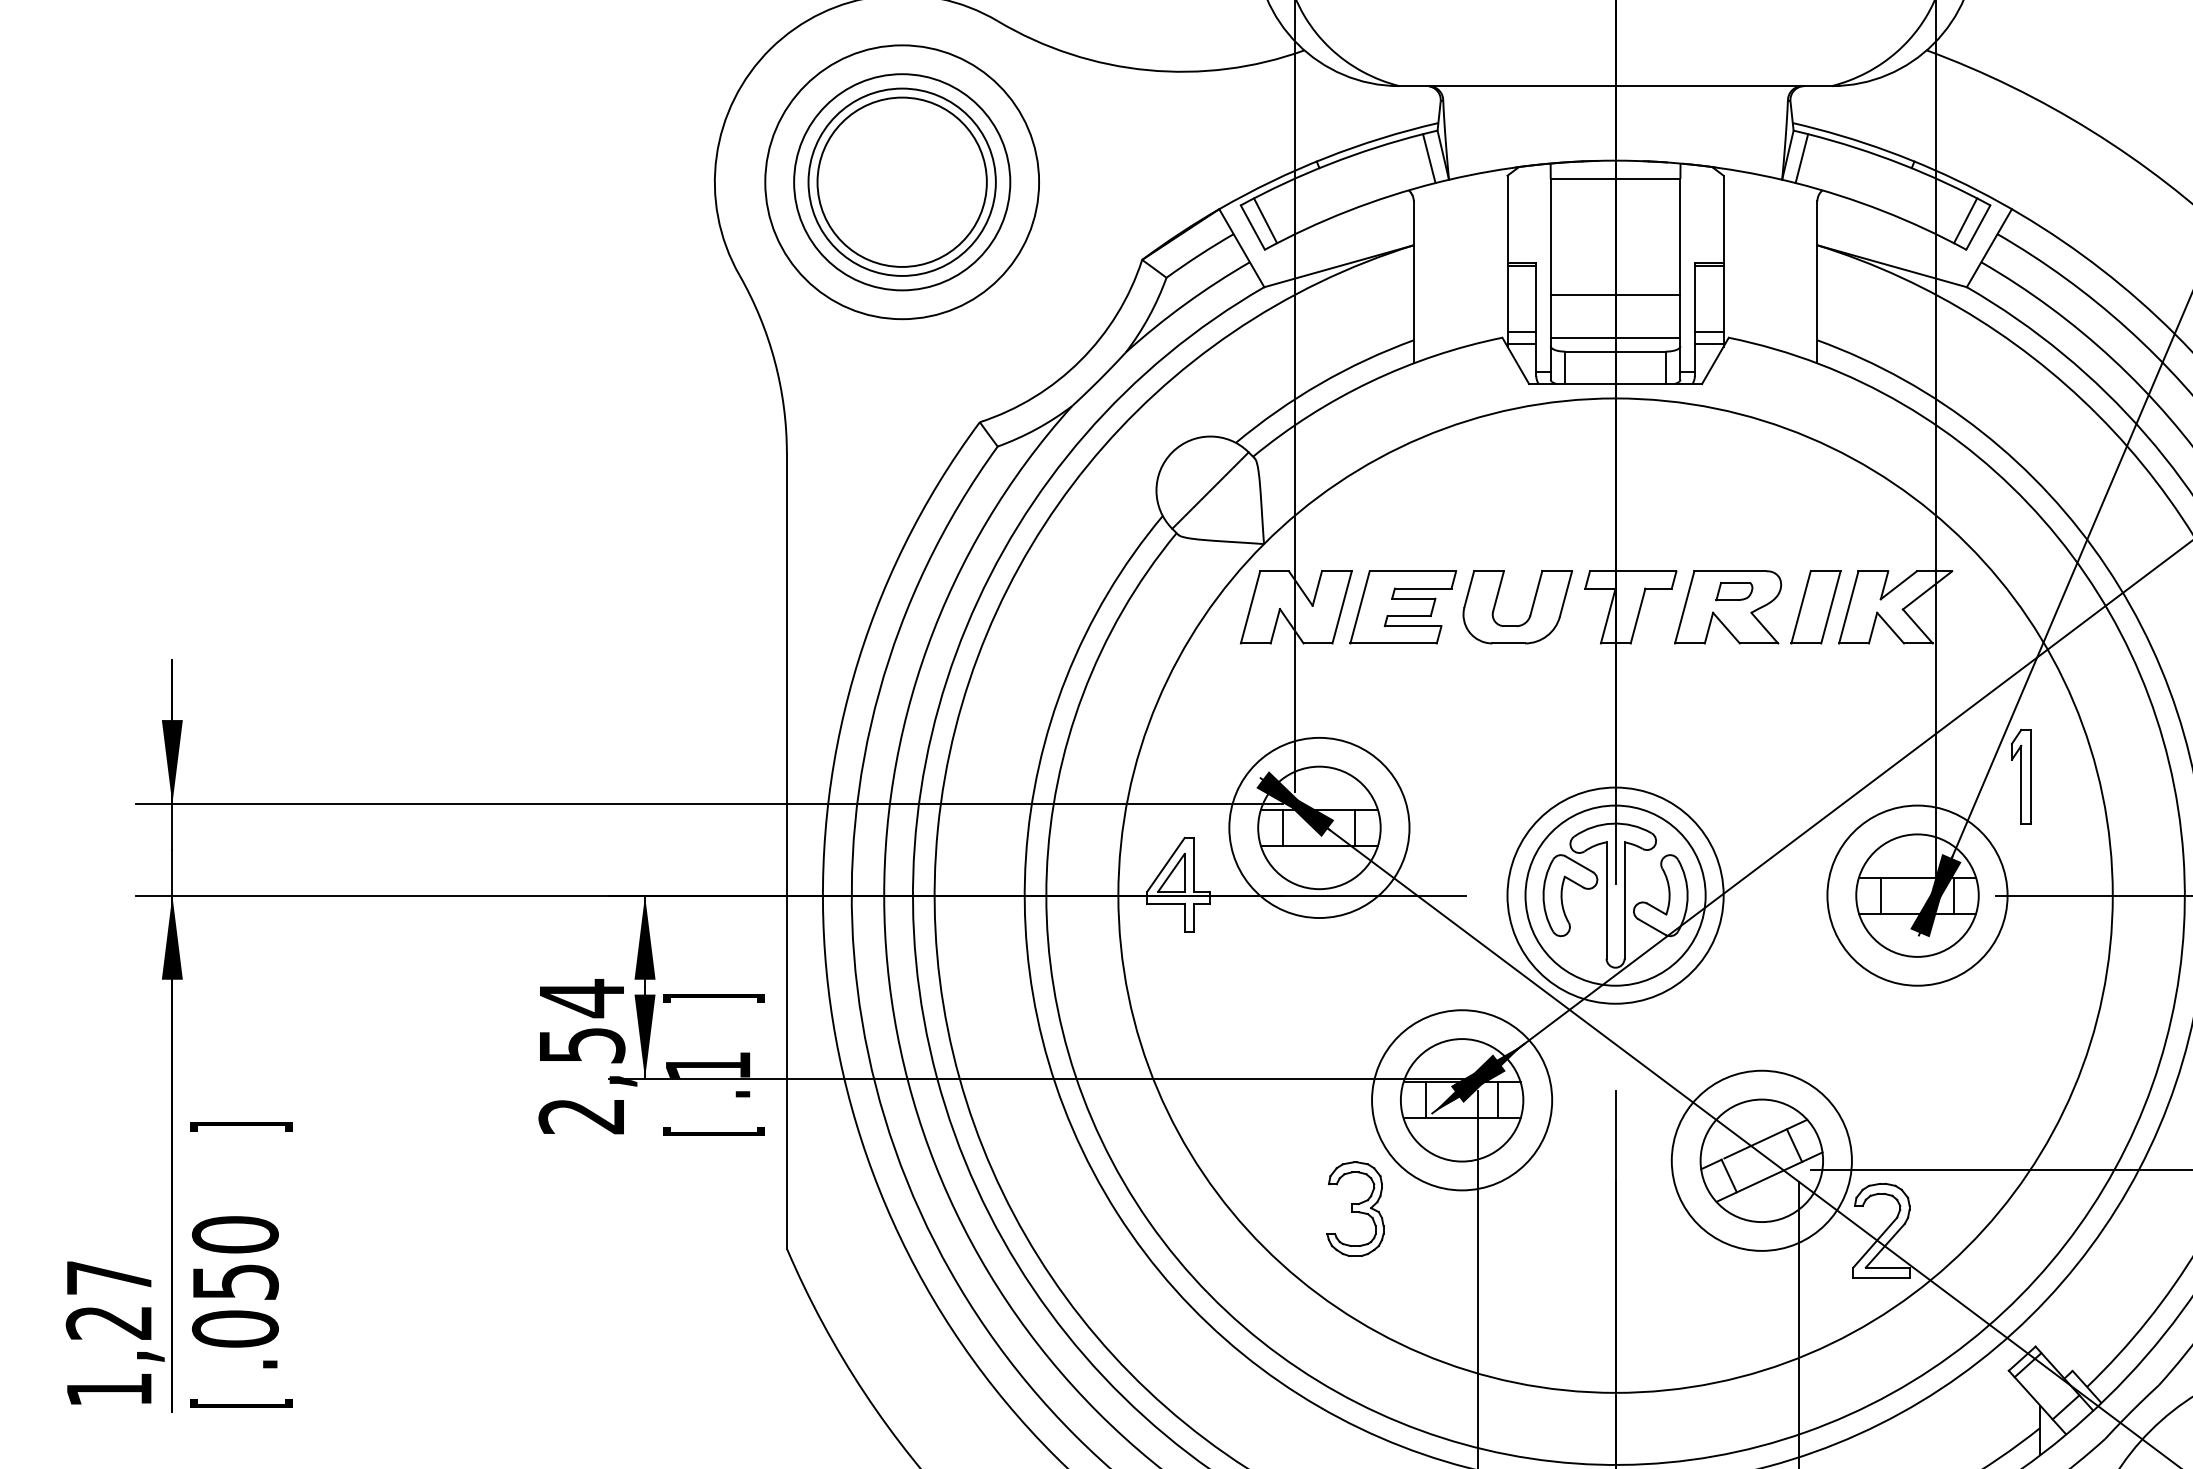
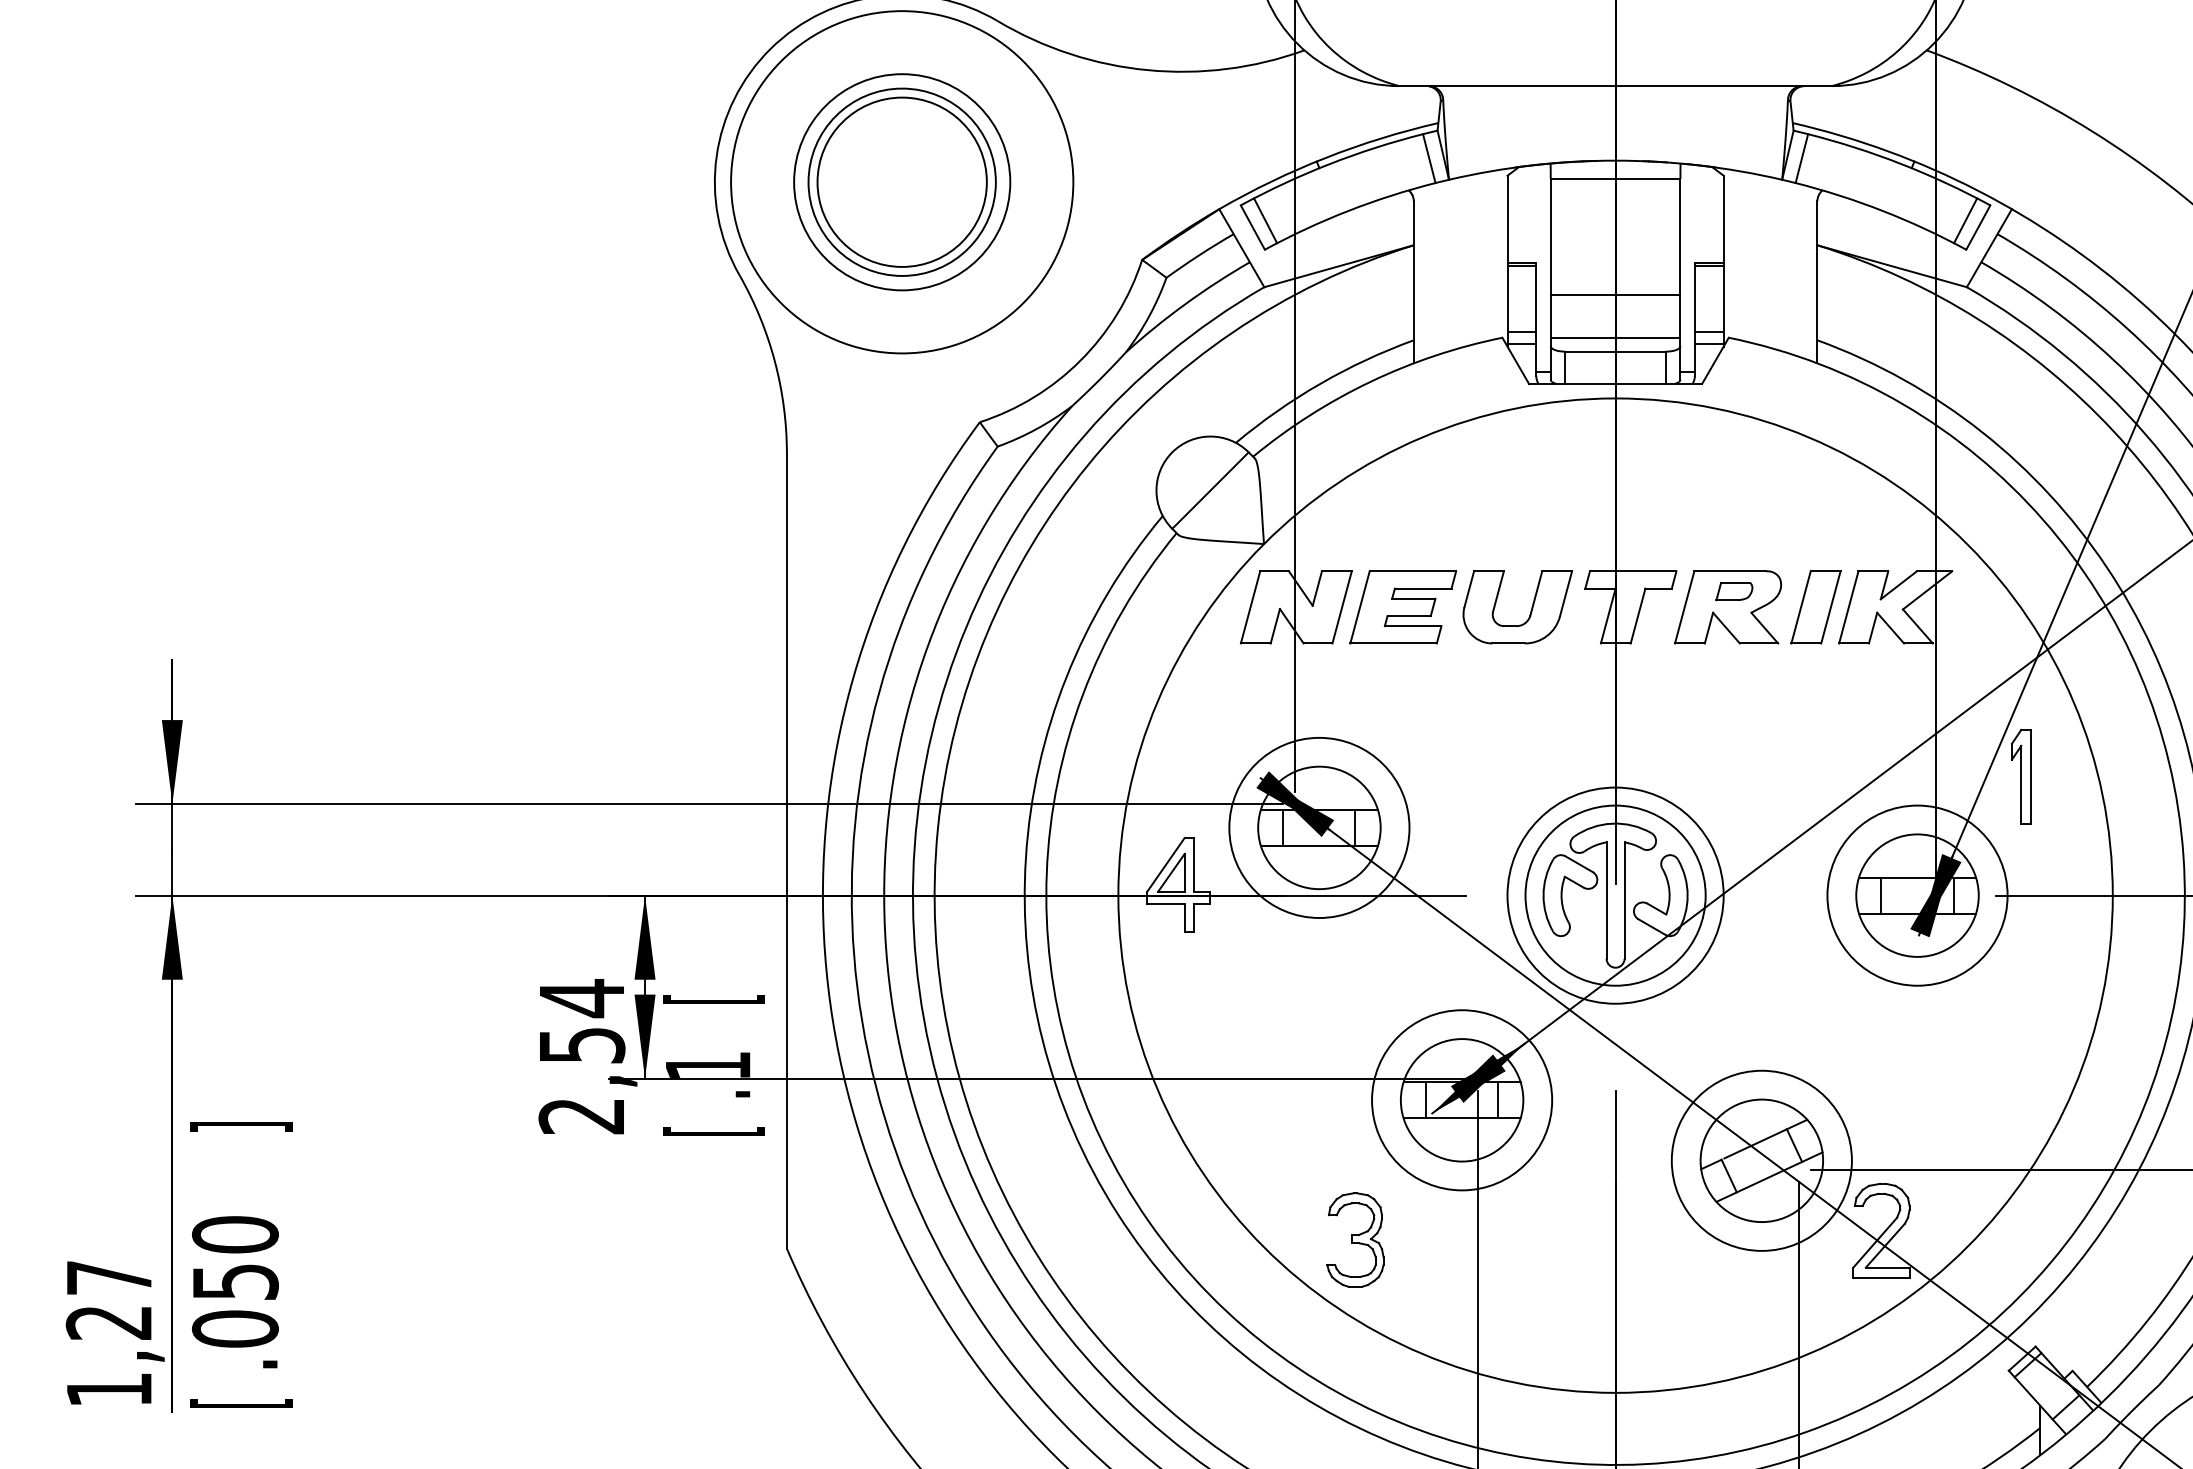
circle at (902, 182) diameter: 274 px -> 342 px
text at (713, 998): ] -> [
part at (1355, 1208) position: (1355, 1208) -> (1355, 1239)
